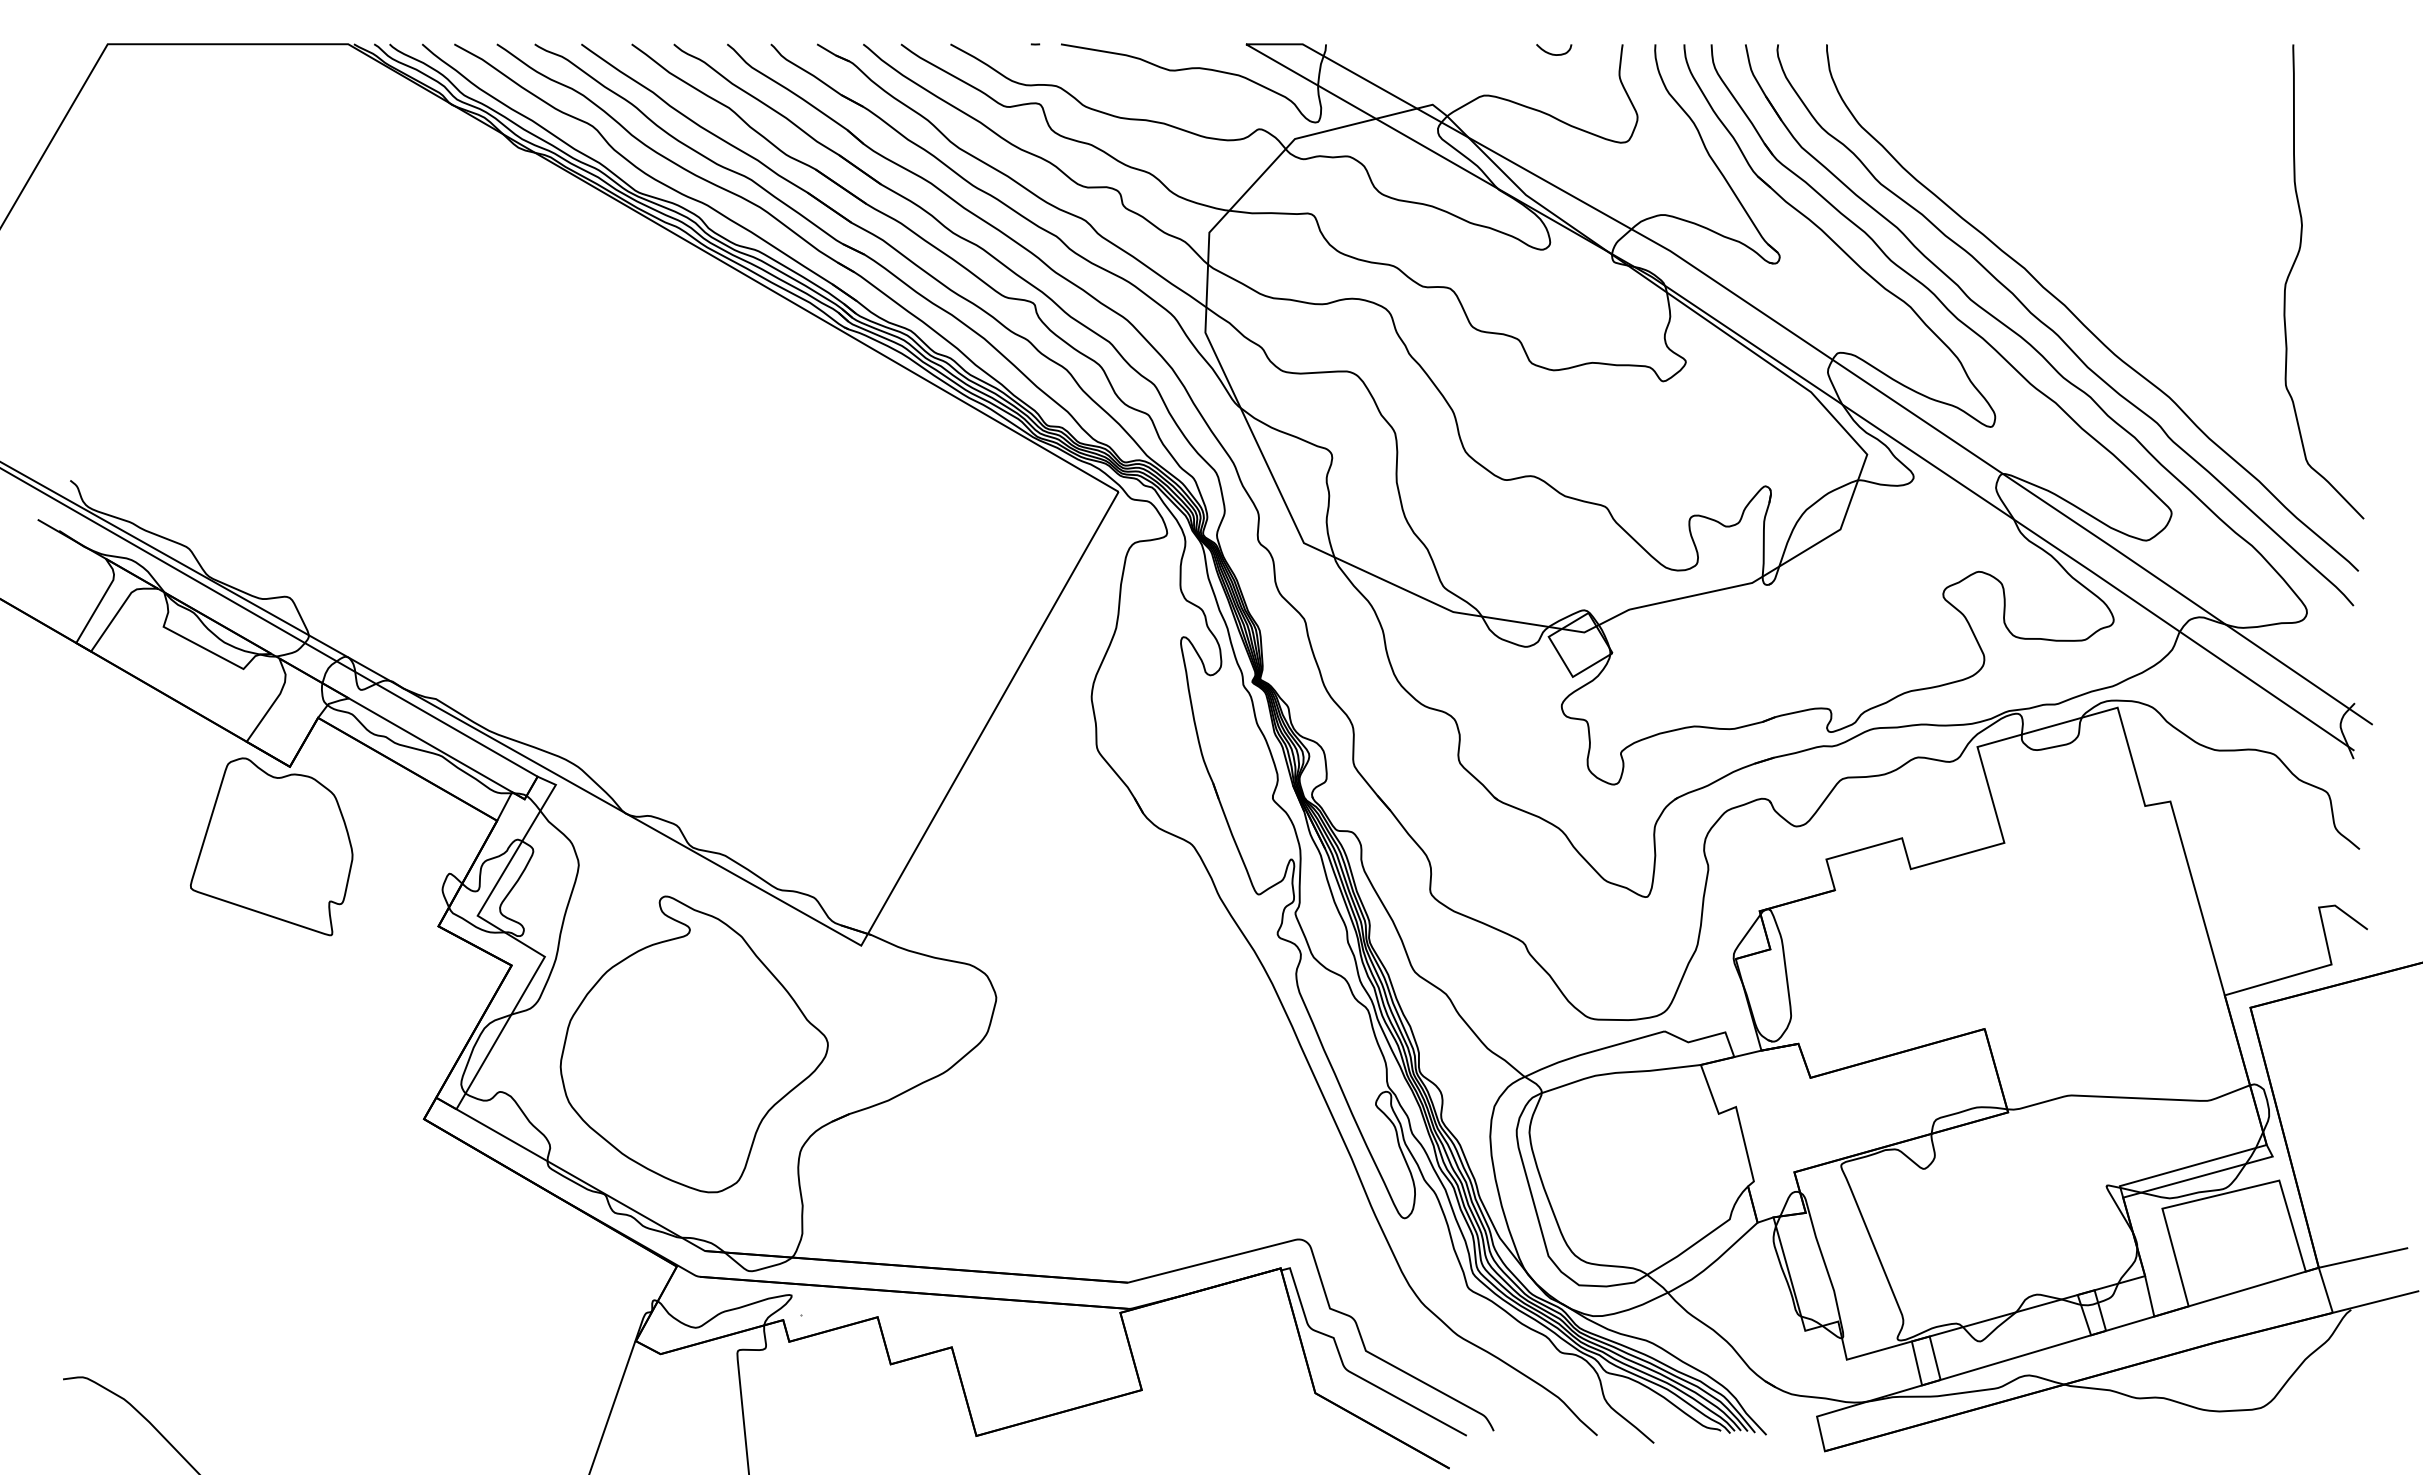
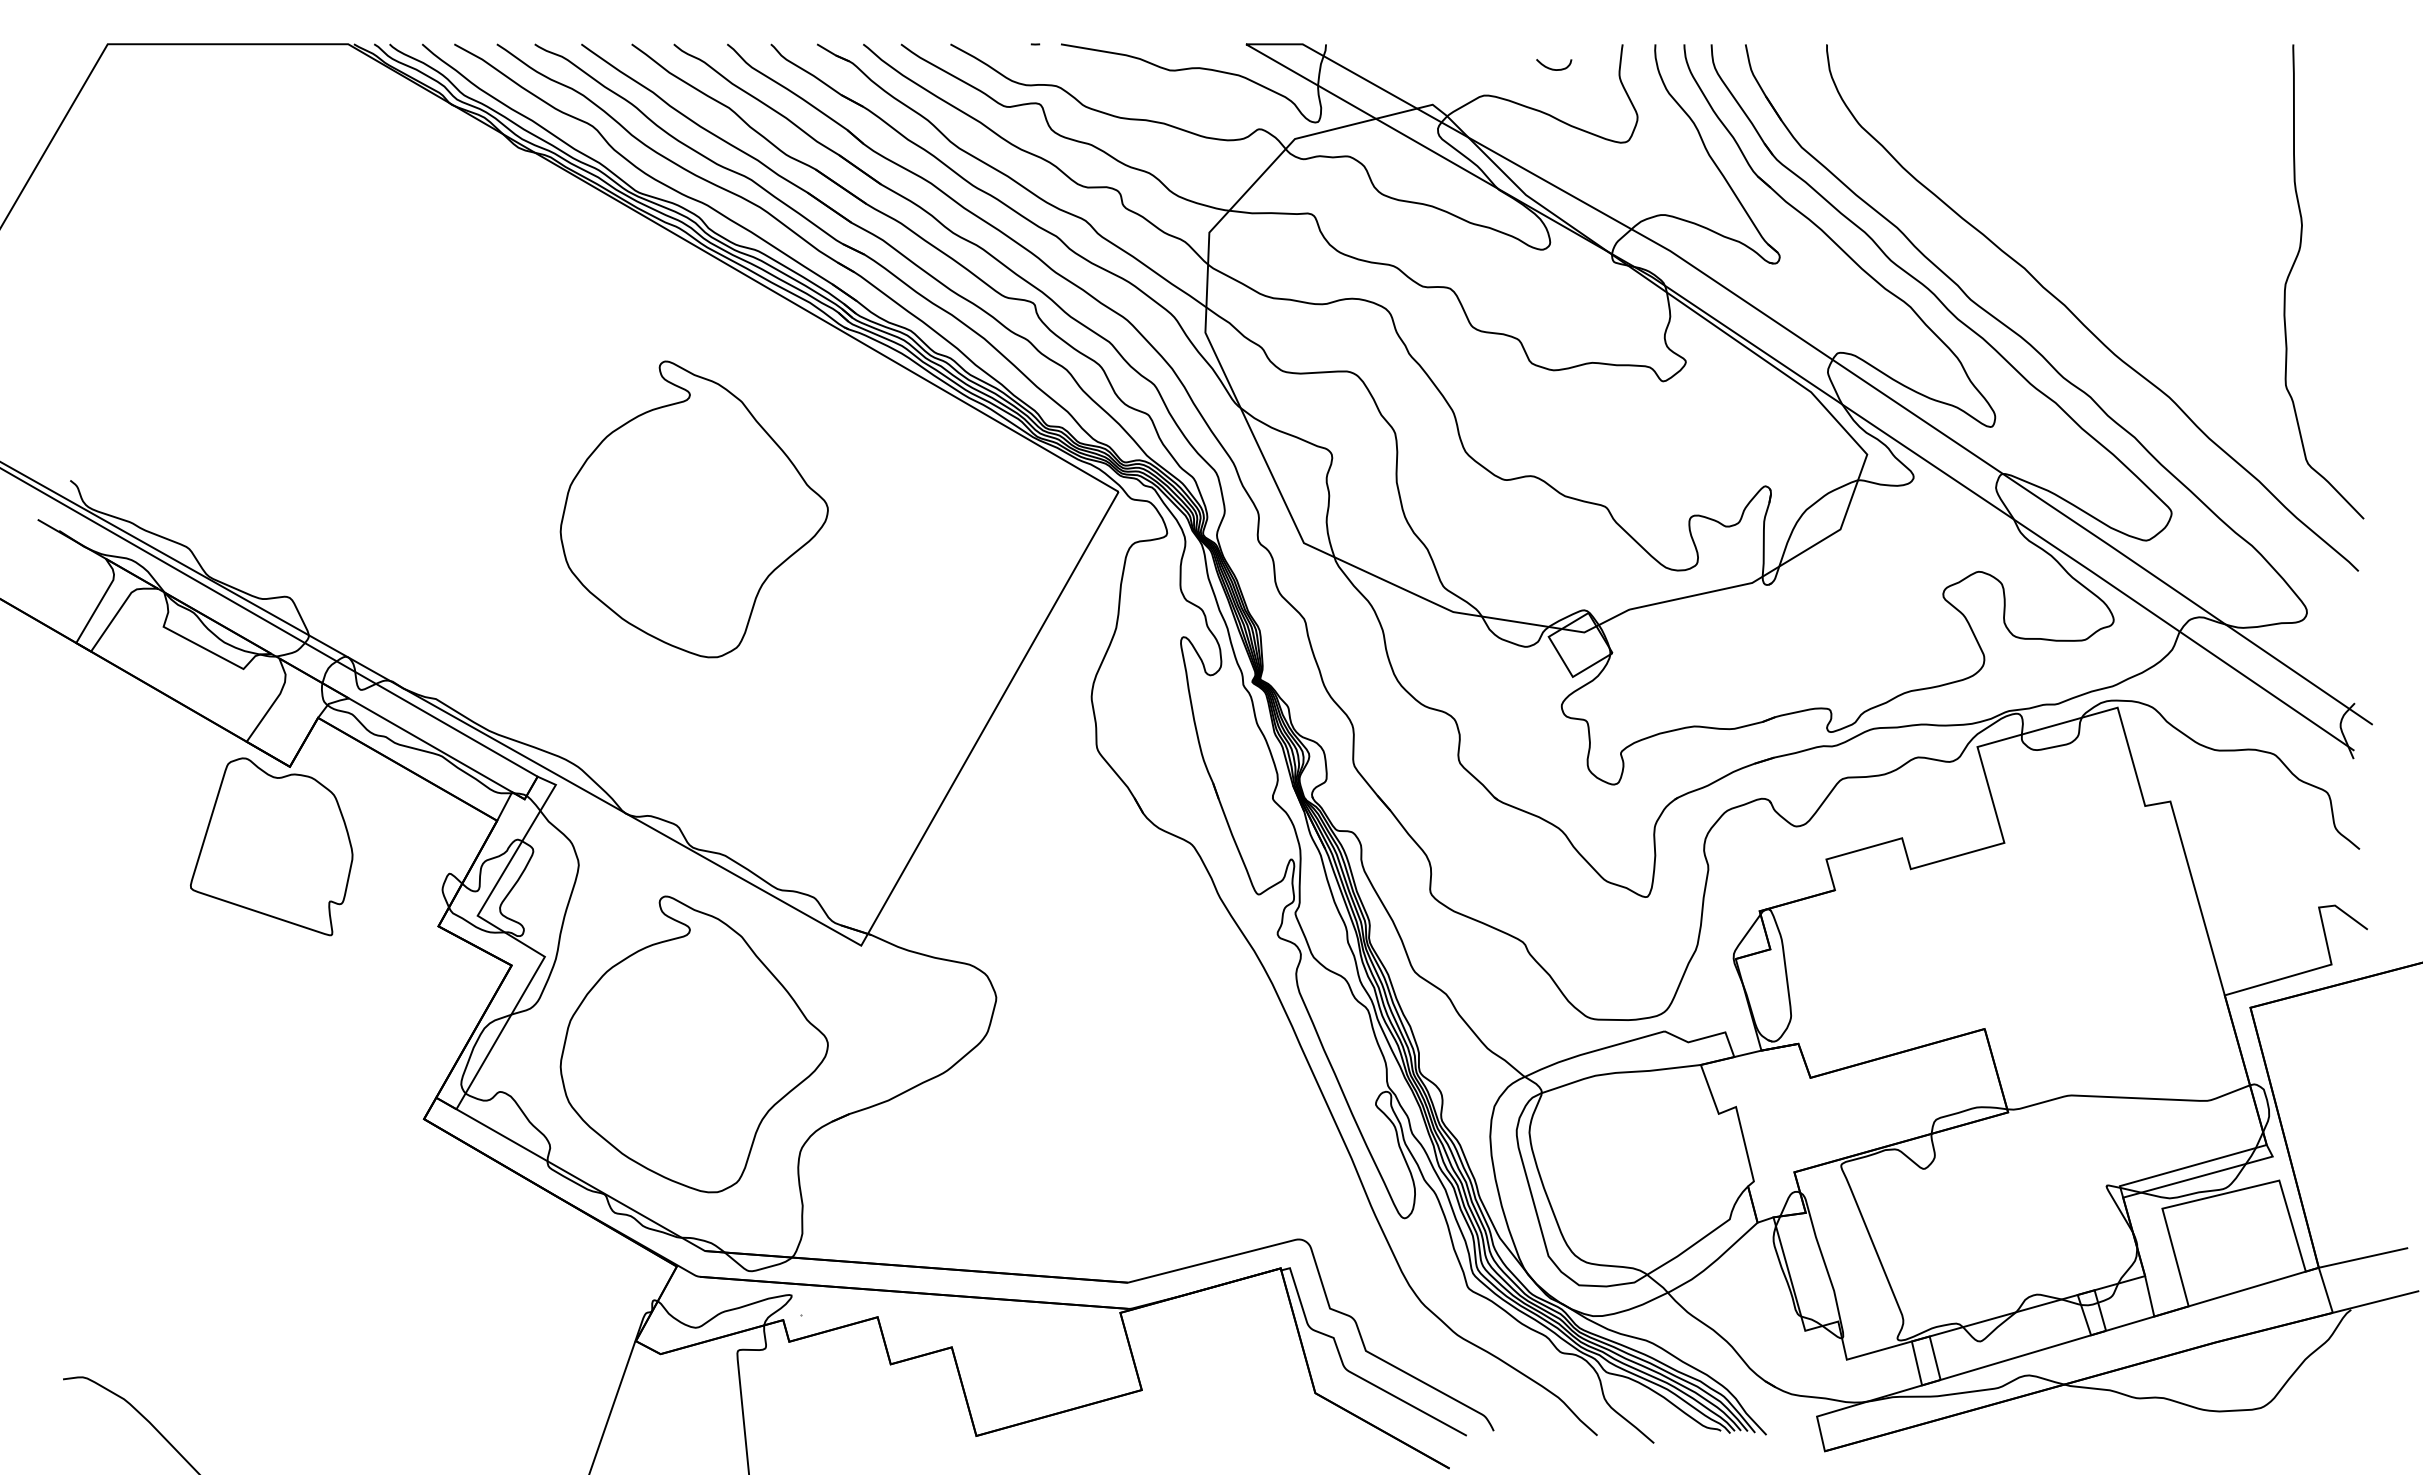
curve at (1553, 53) position: (1553, 53) -> (1553, 68)
curve at (2057, 333): present -> none
part at (693, 509): none -> present
